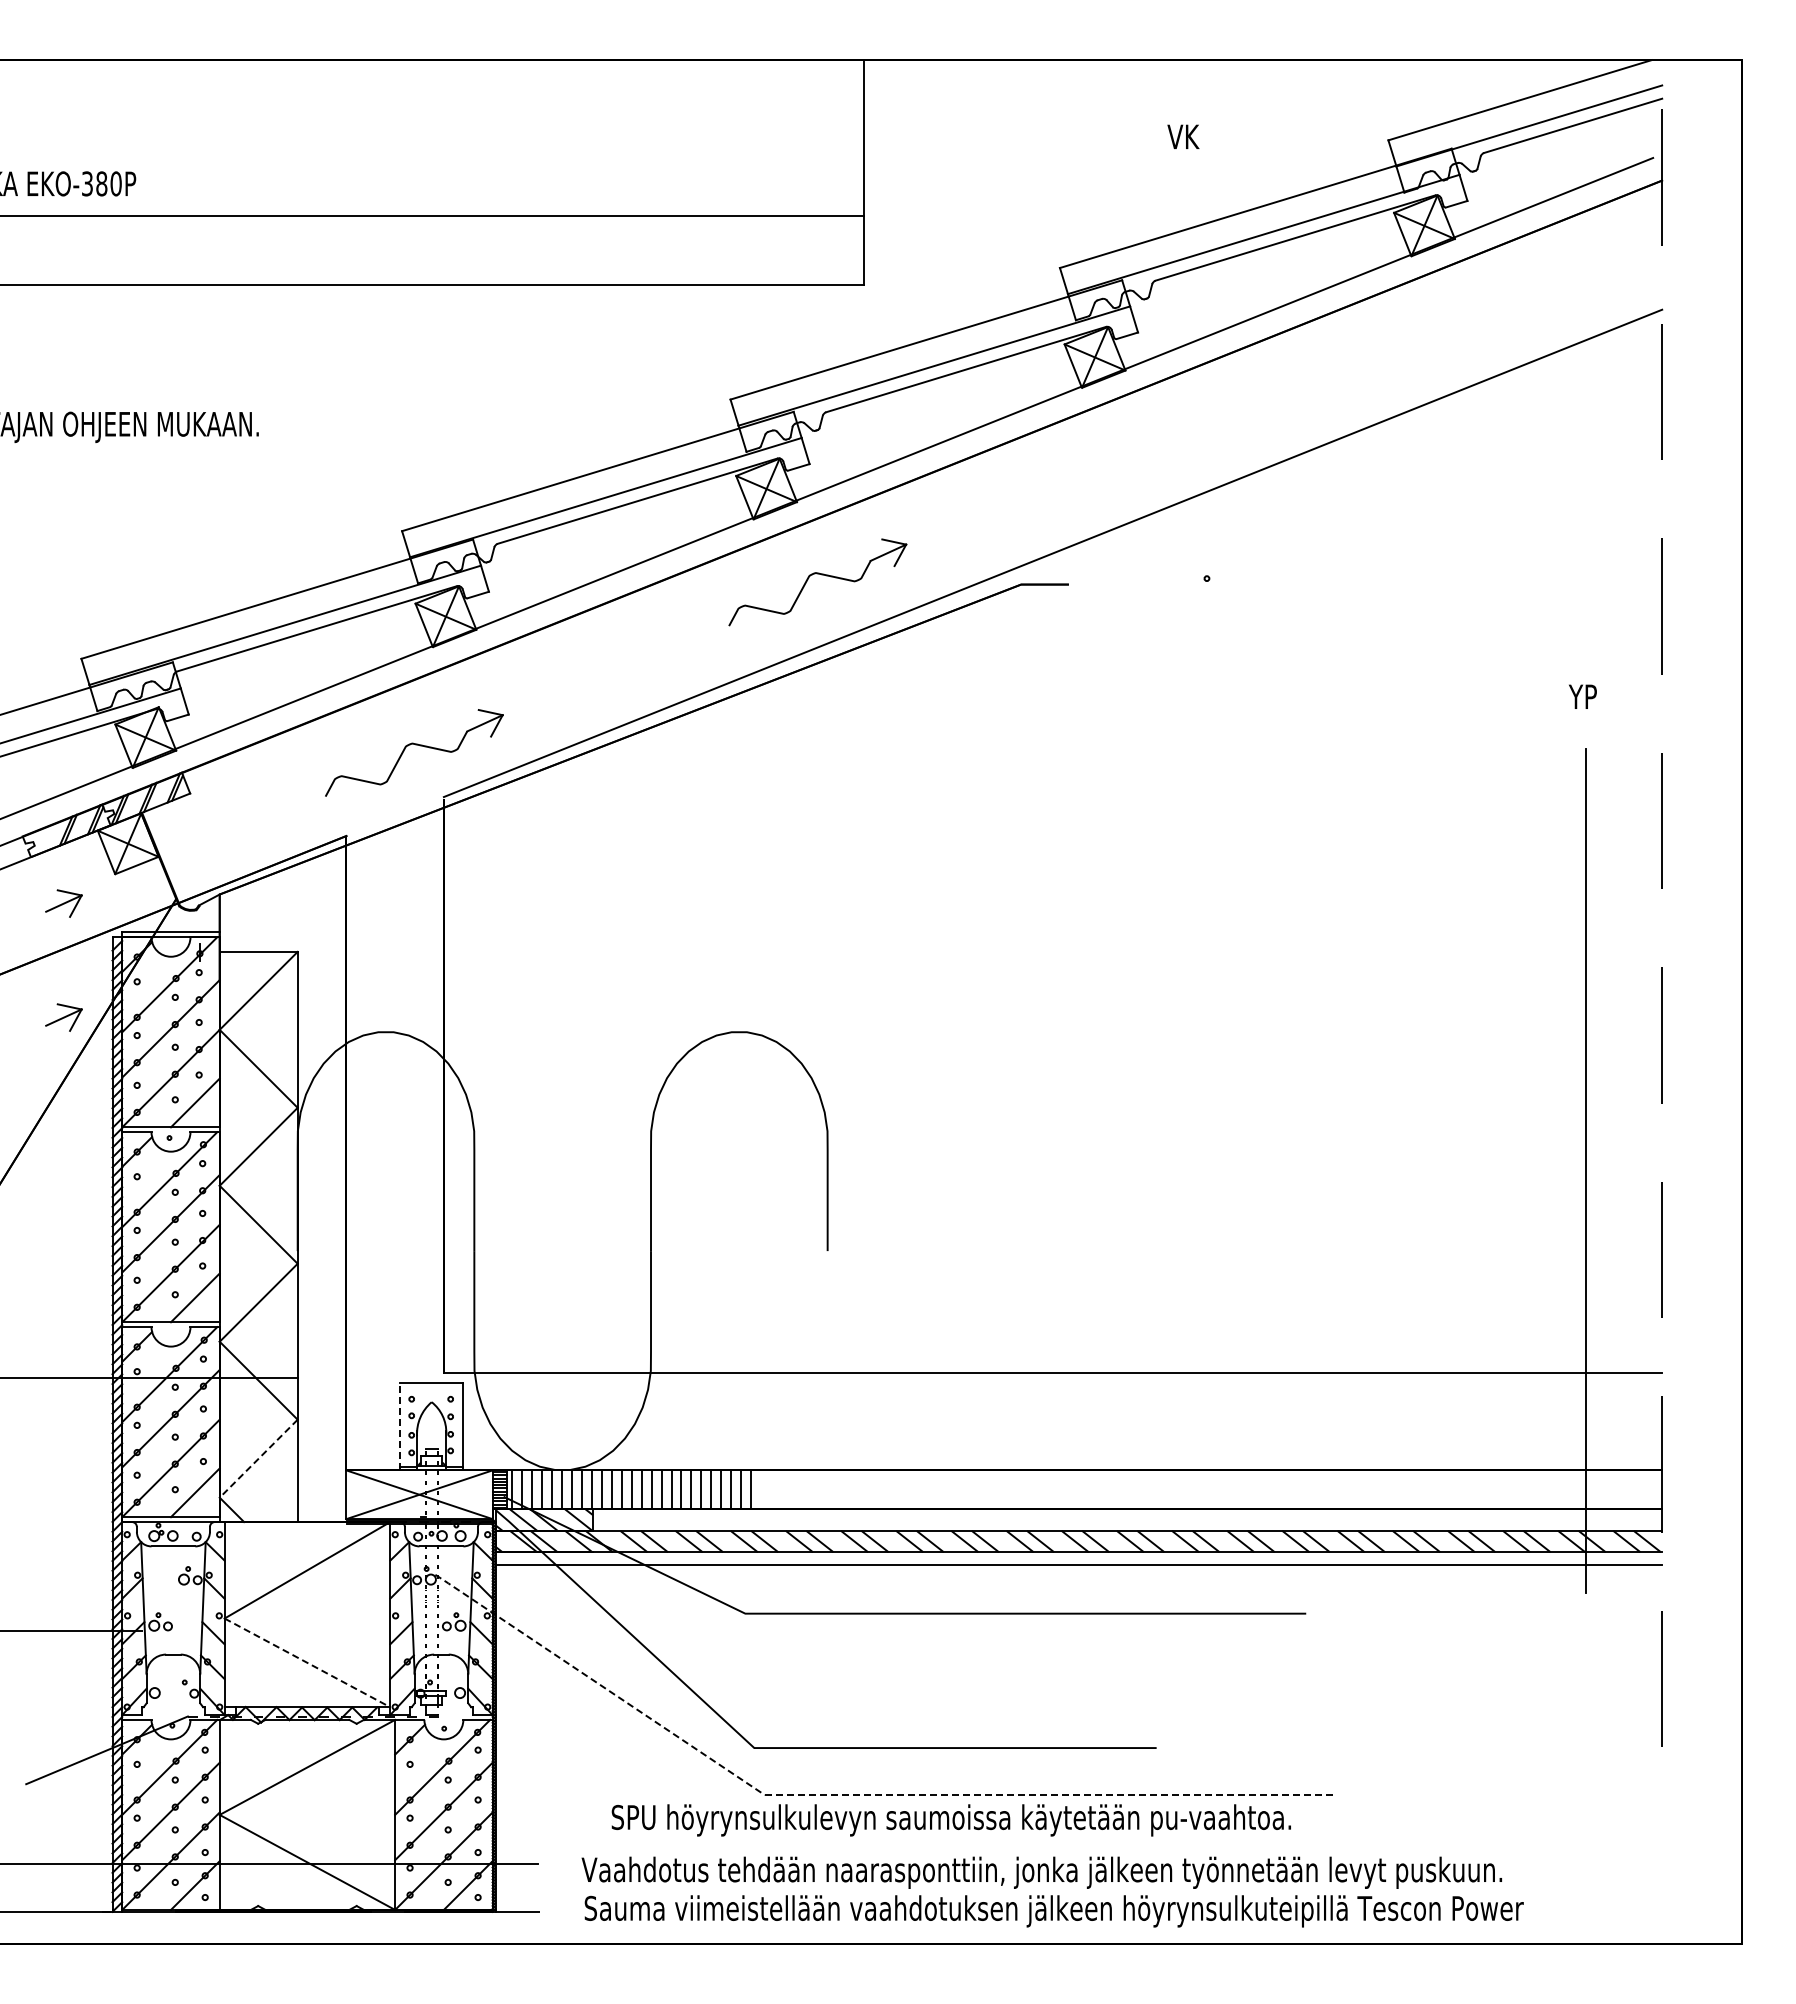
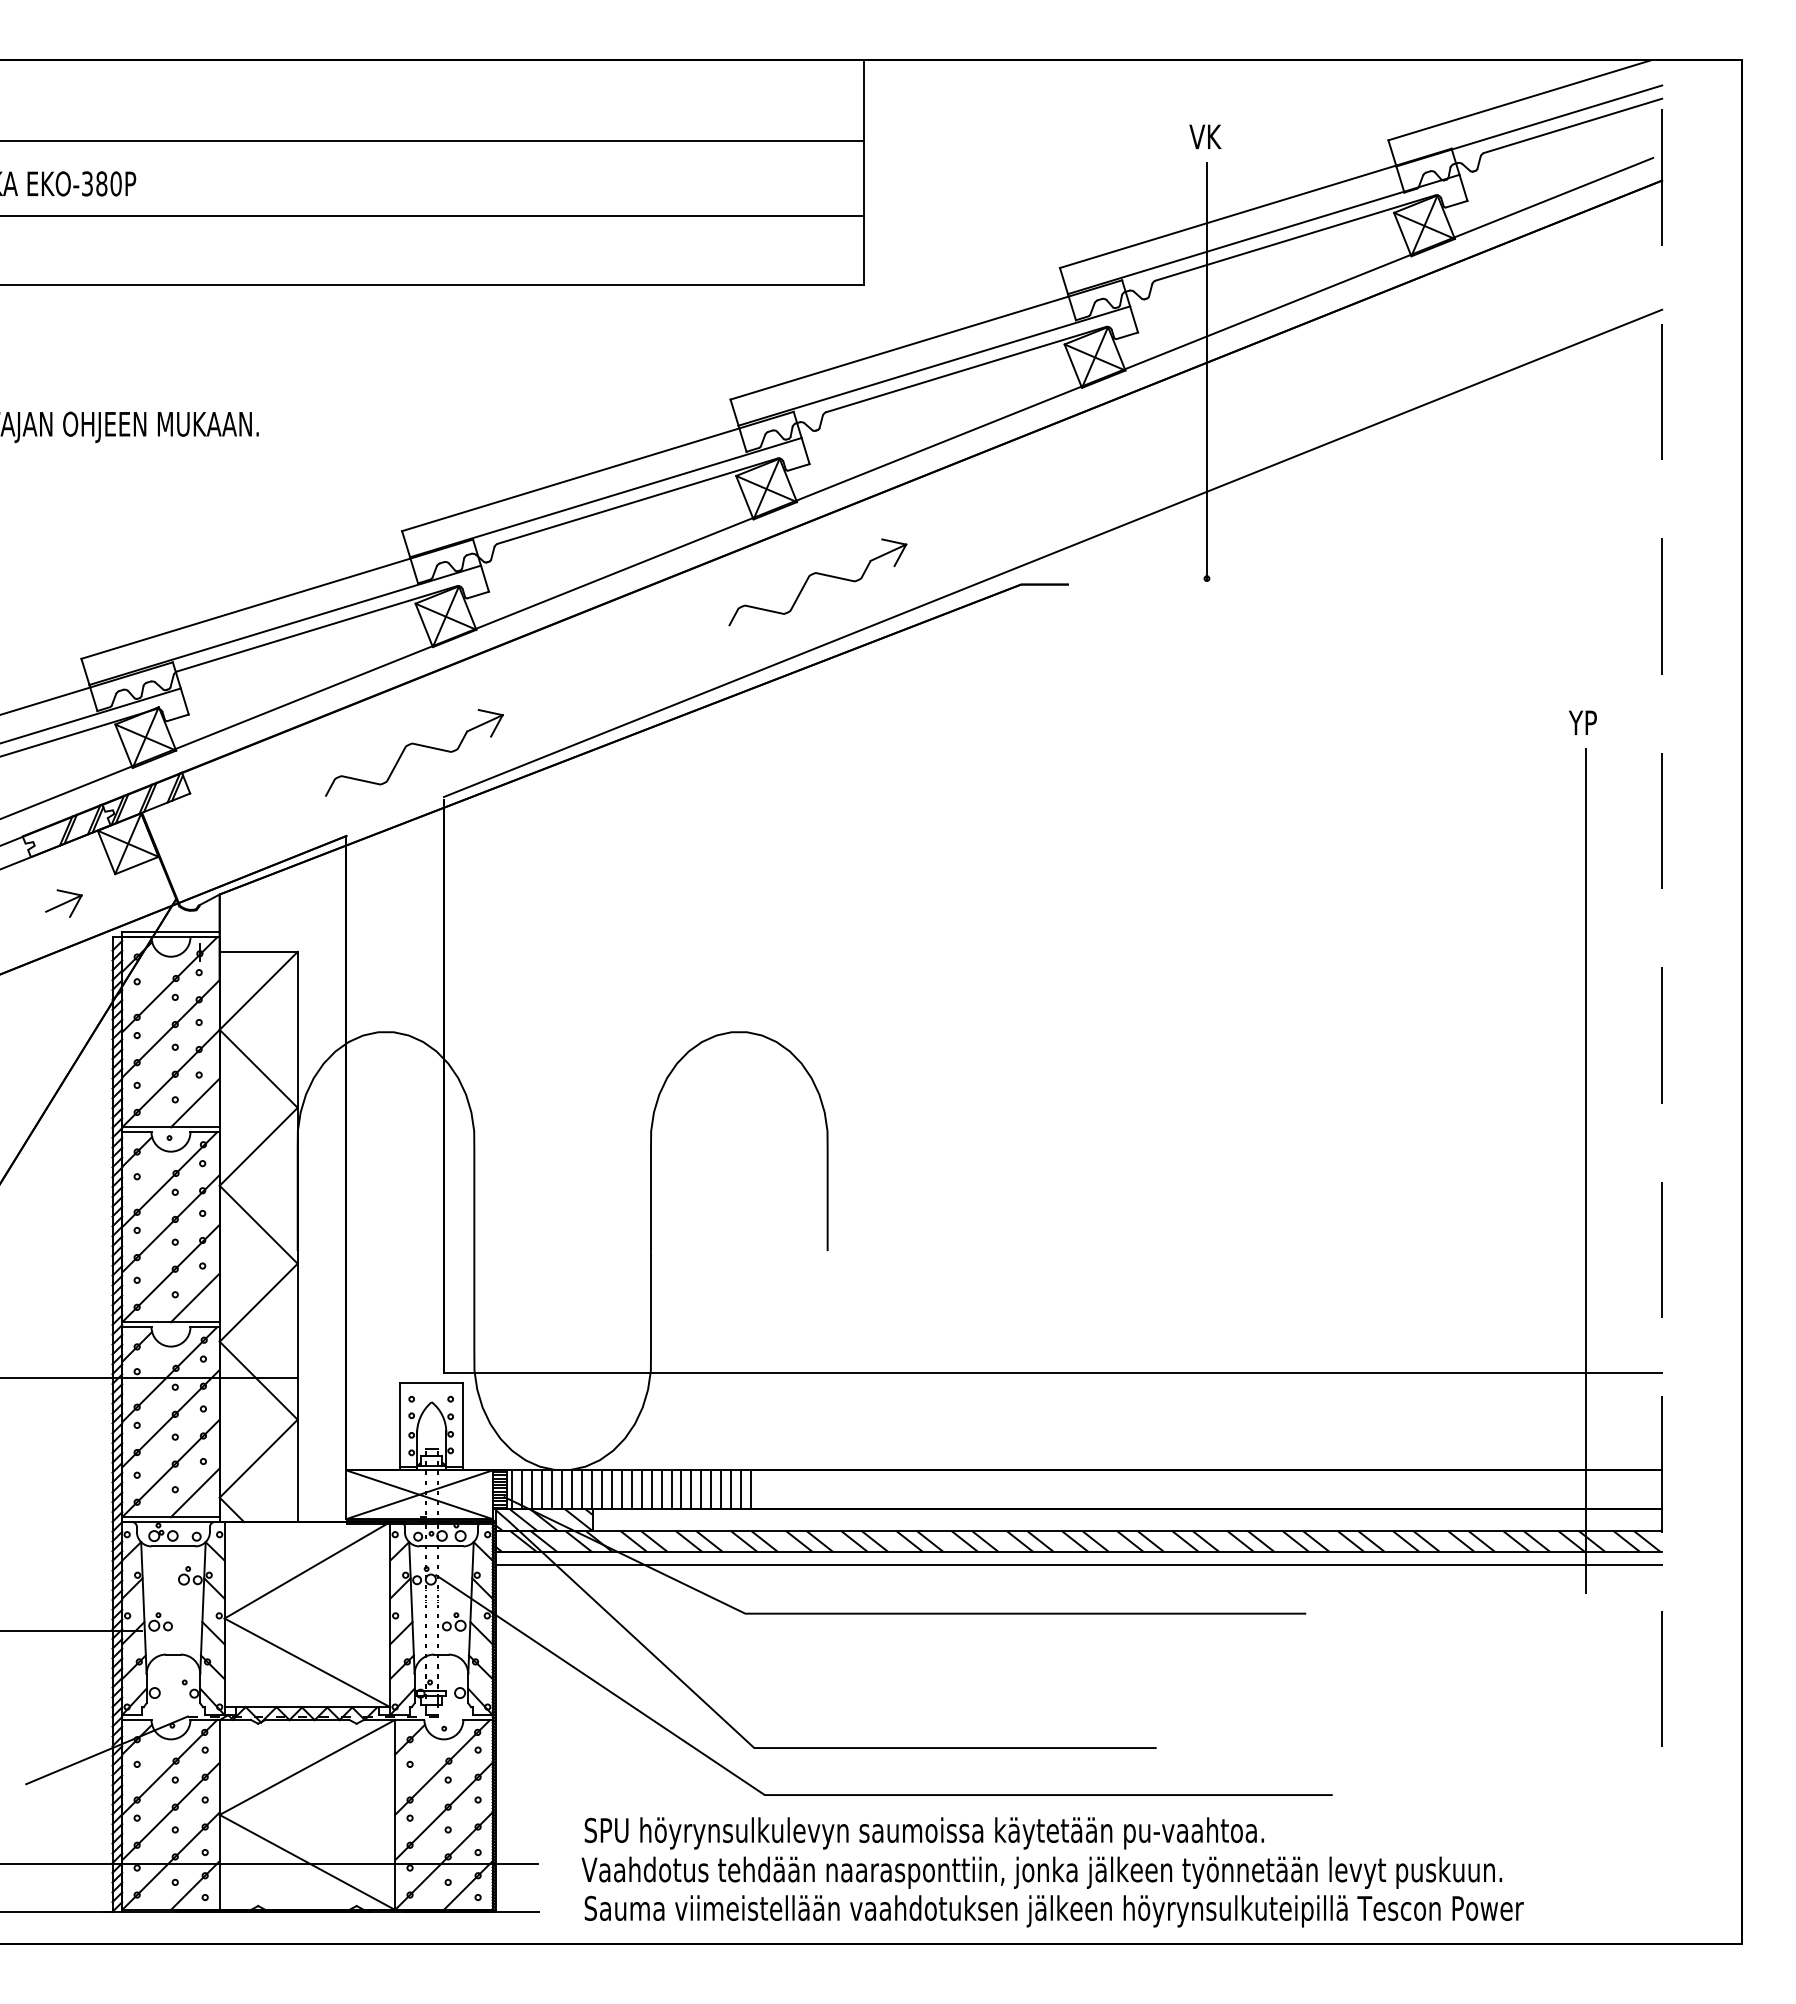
text at (1183, 136) position: (1183, 136) -> (1205, 136)
line at (433, 141): none -> present
line at (1206, 370): none -> present
text at (1582, 696) position: (1582, 696) -> (1582, 722)
part at (63, 1017): present -> none
line at (400, 1426): dashed -> solid
line at (258, 1459): dashed -> solid
line at (307, 1662): dashed -> solid
line at (849, 1795): dashed -> solid
text at (950, 1820) position: (950, 1820) -> (923, 1833)
